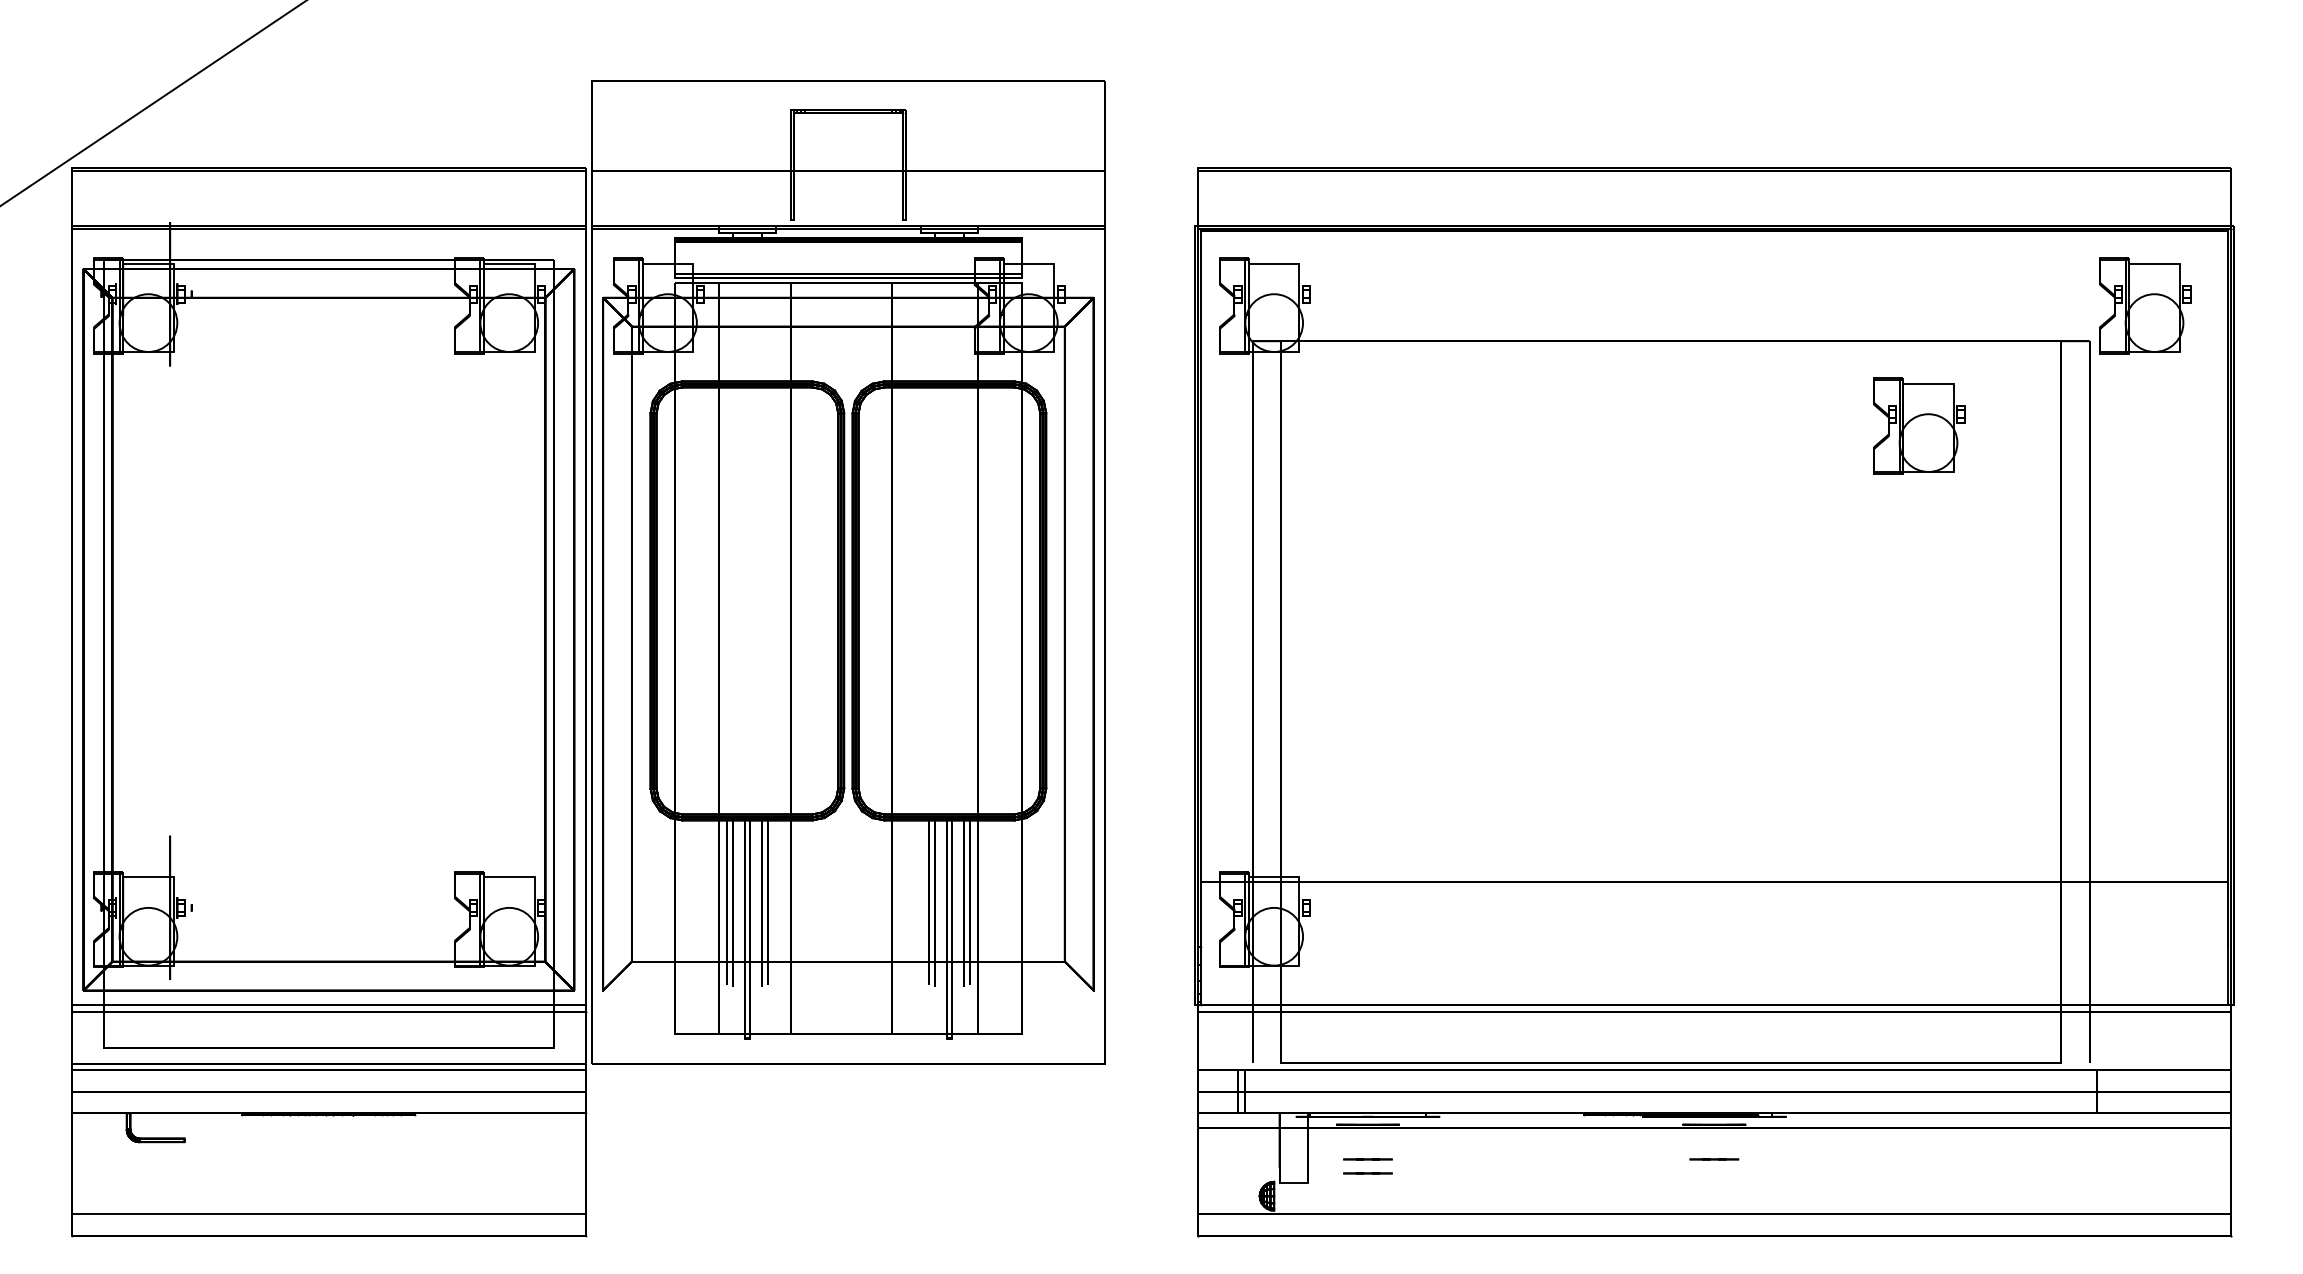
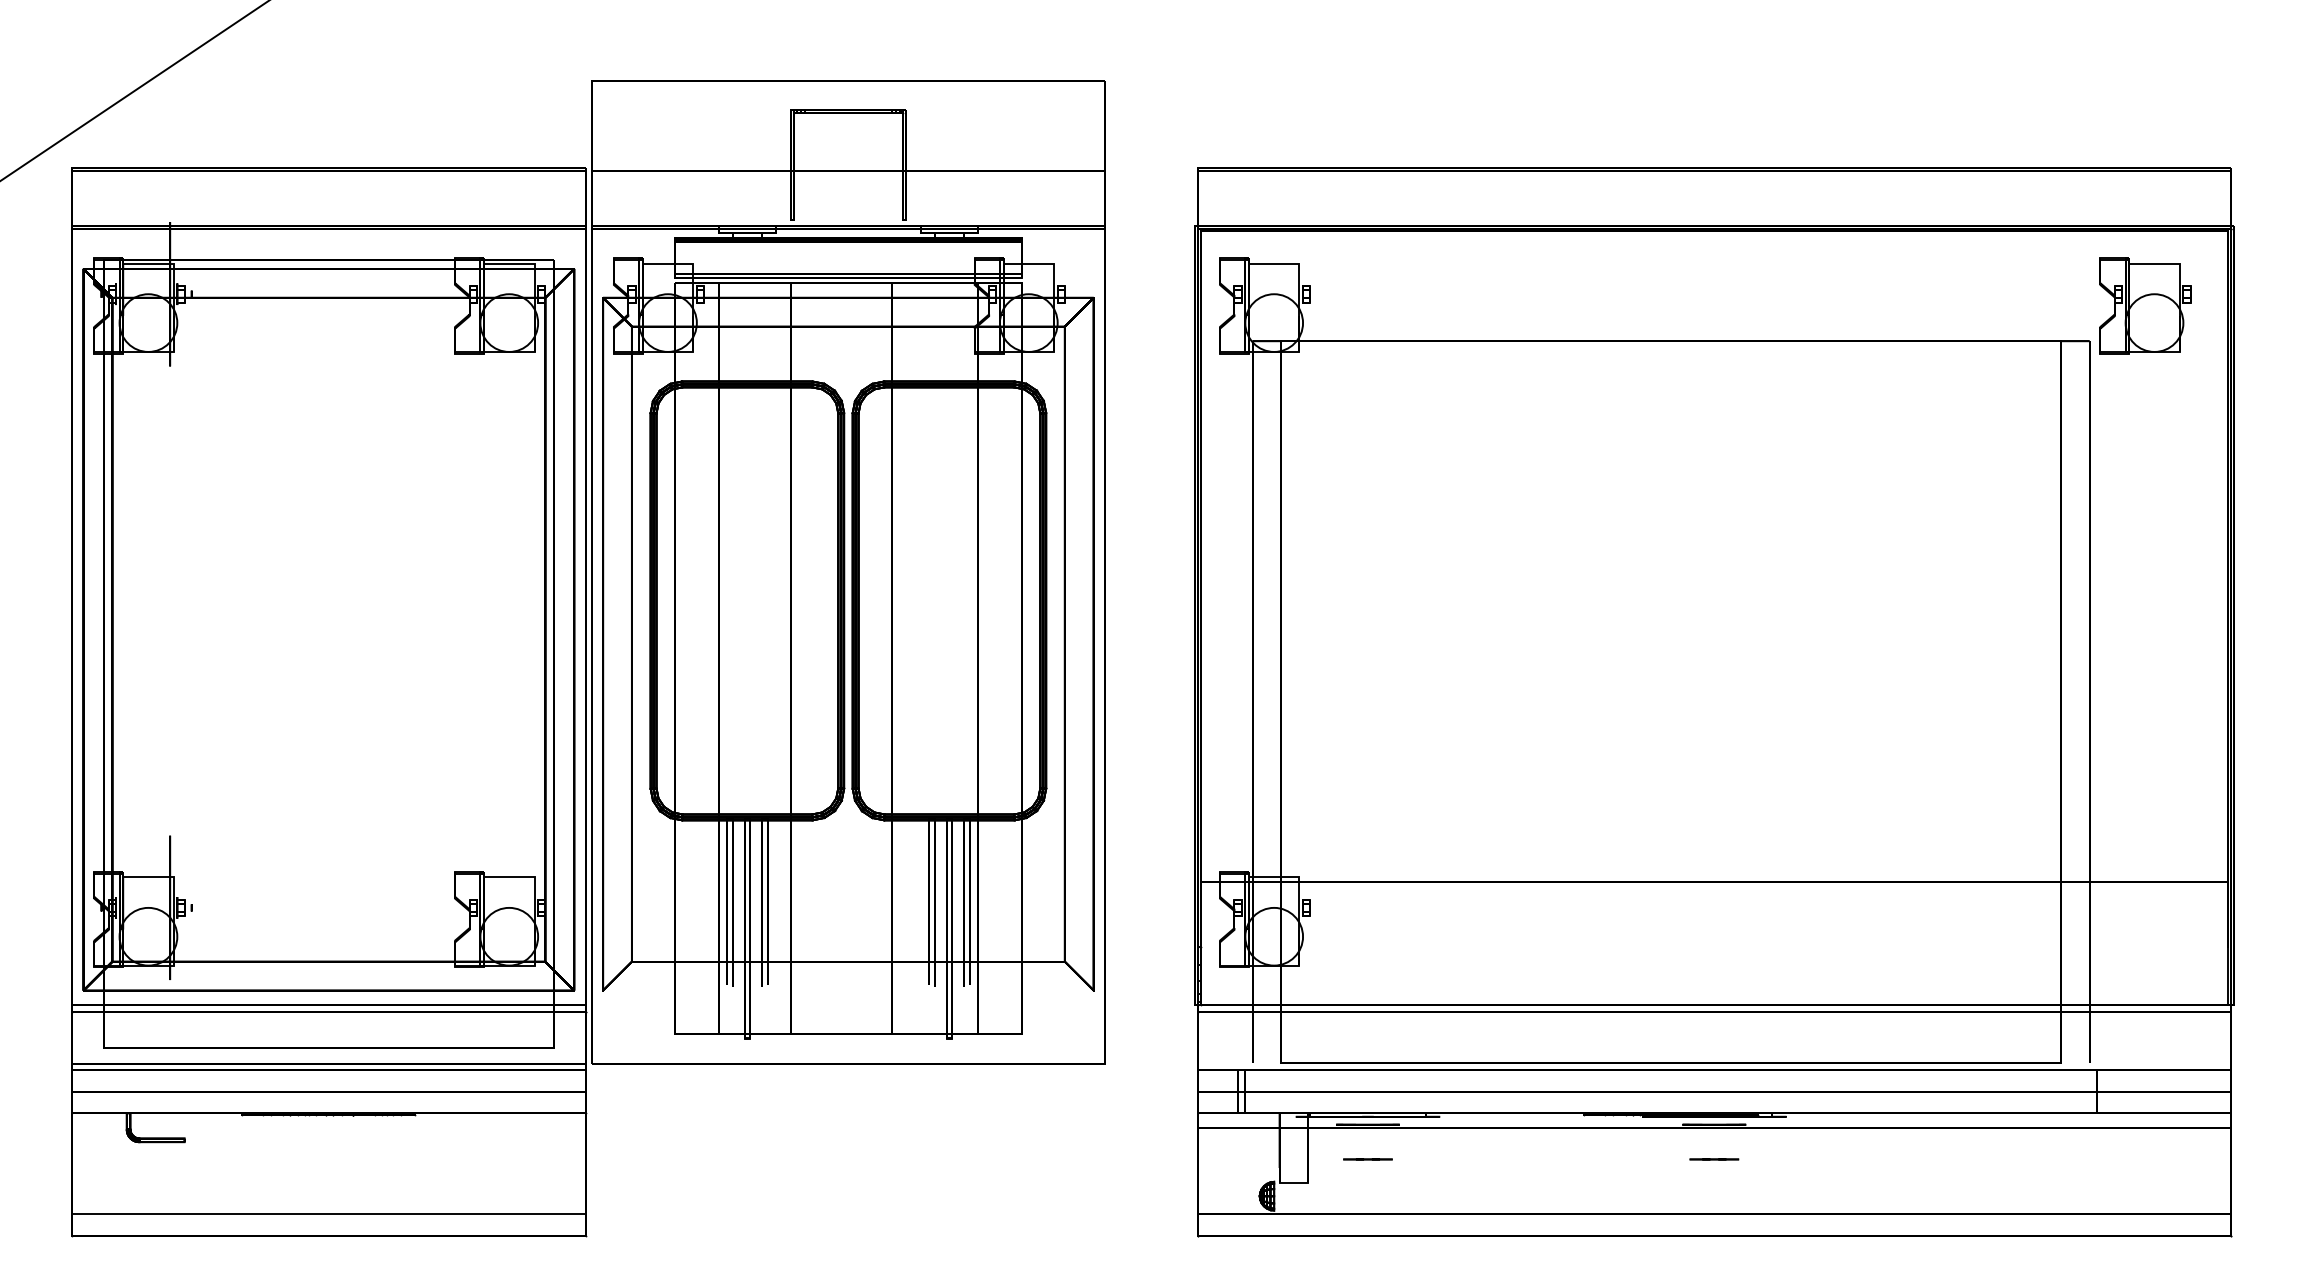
line at (152, 103) position: (152, 103) -> (134, 90)
part at (1919, 425): present -> none
line at (1367, 1173): present -> none
